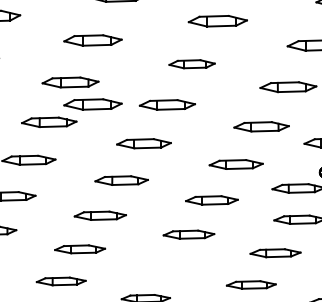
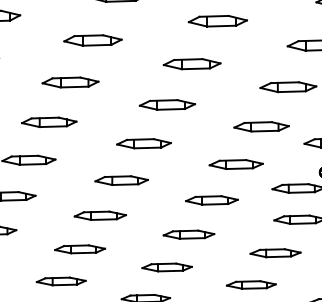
part at (191, 64) size: 48x11 px -> 60x13 px
part at (92, 104): present -> none
part at (166, 267): none -> present
